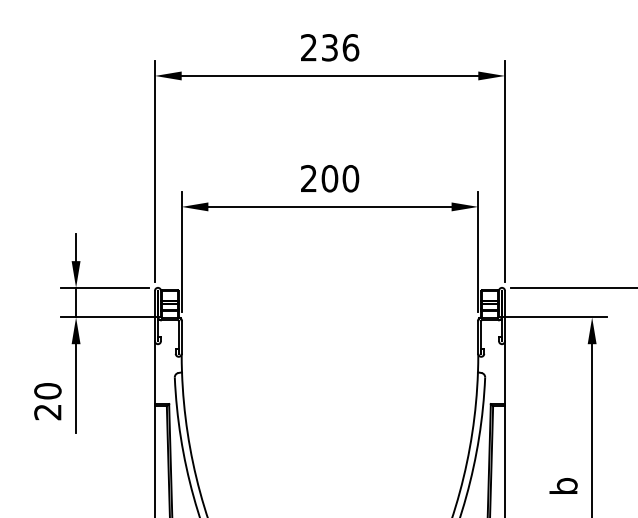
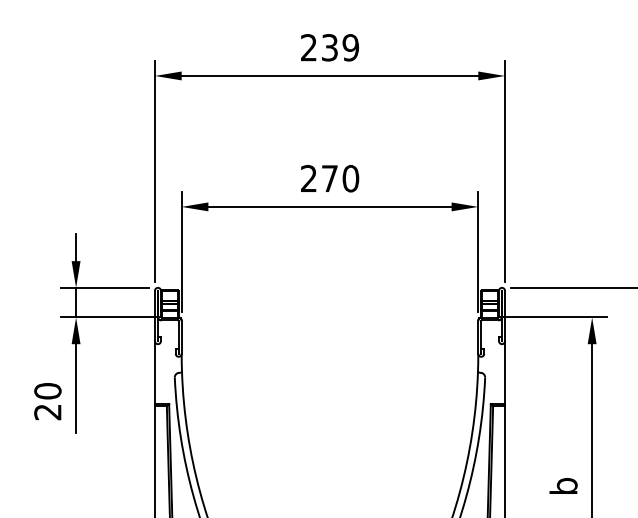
text at (350, 47): 236 -> 239
text at (329, 178): 200 -> 270
